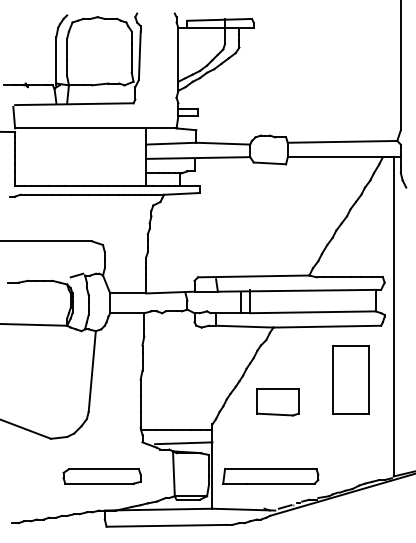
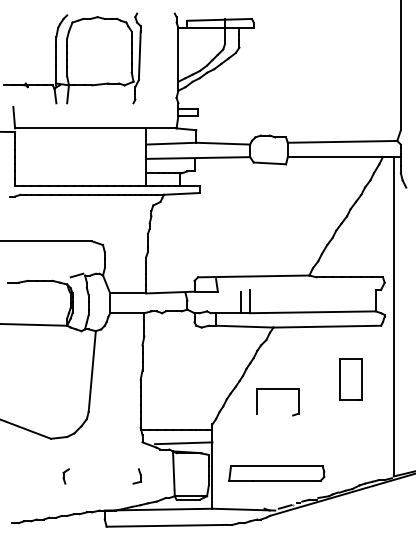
line at (74, 104): present -> none
line at (296, 290): present -> none
part at (350, 379) size: 38x70 px -> 24x43 px
line at (275, 414): present -> none
line at (103, 469): present -> none
part at (270, 476) position: (270, 476) -> (276, 473)
line at (99, 483): present -> none
